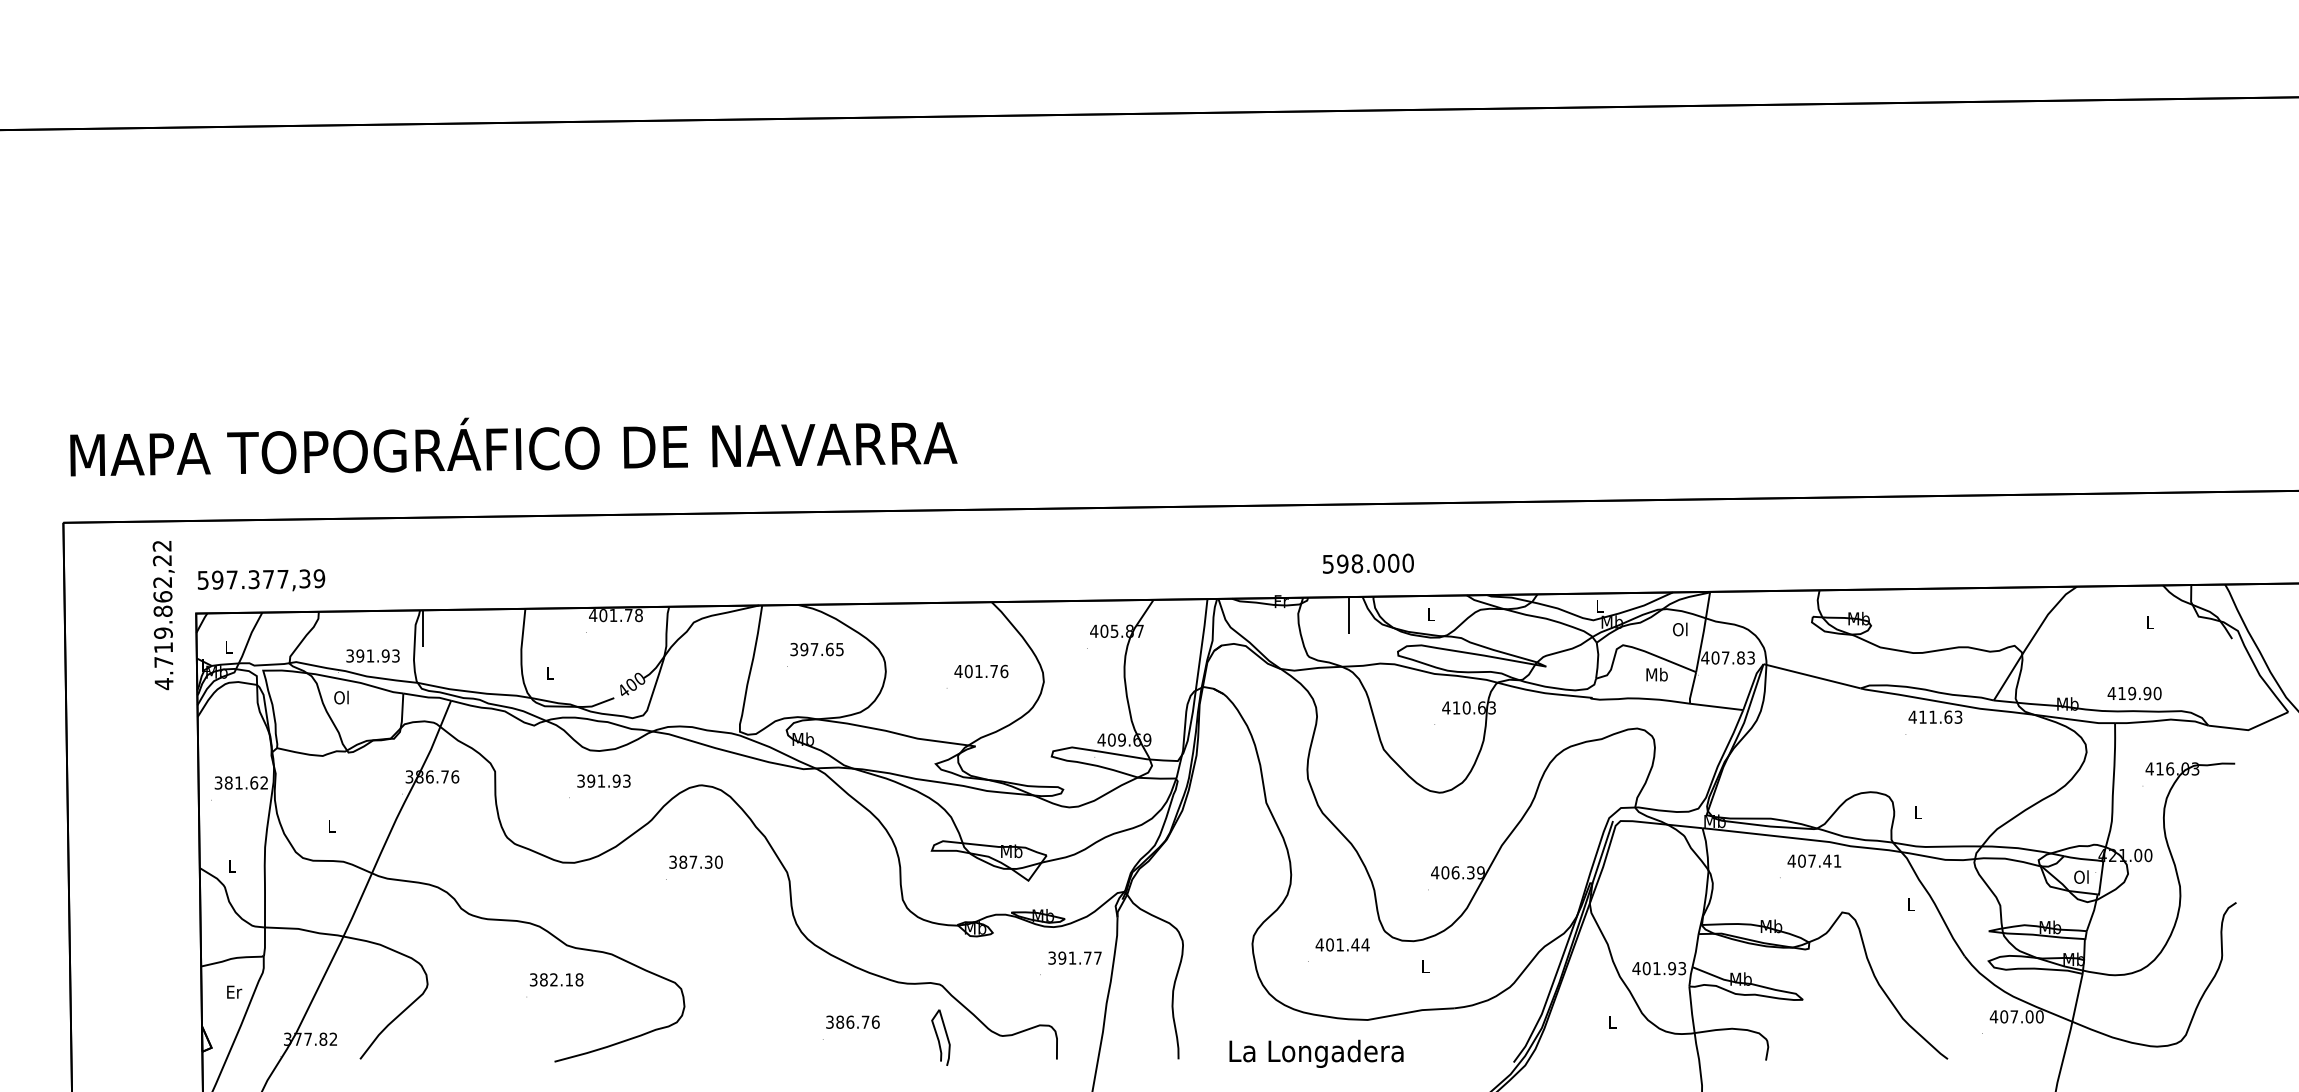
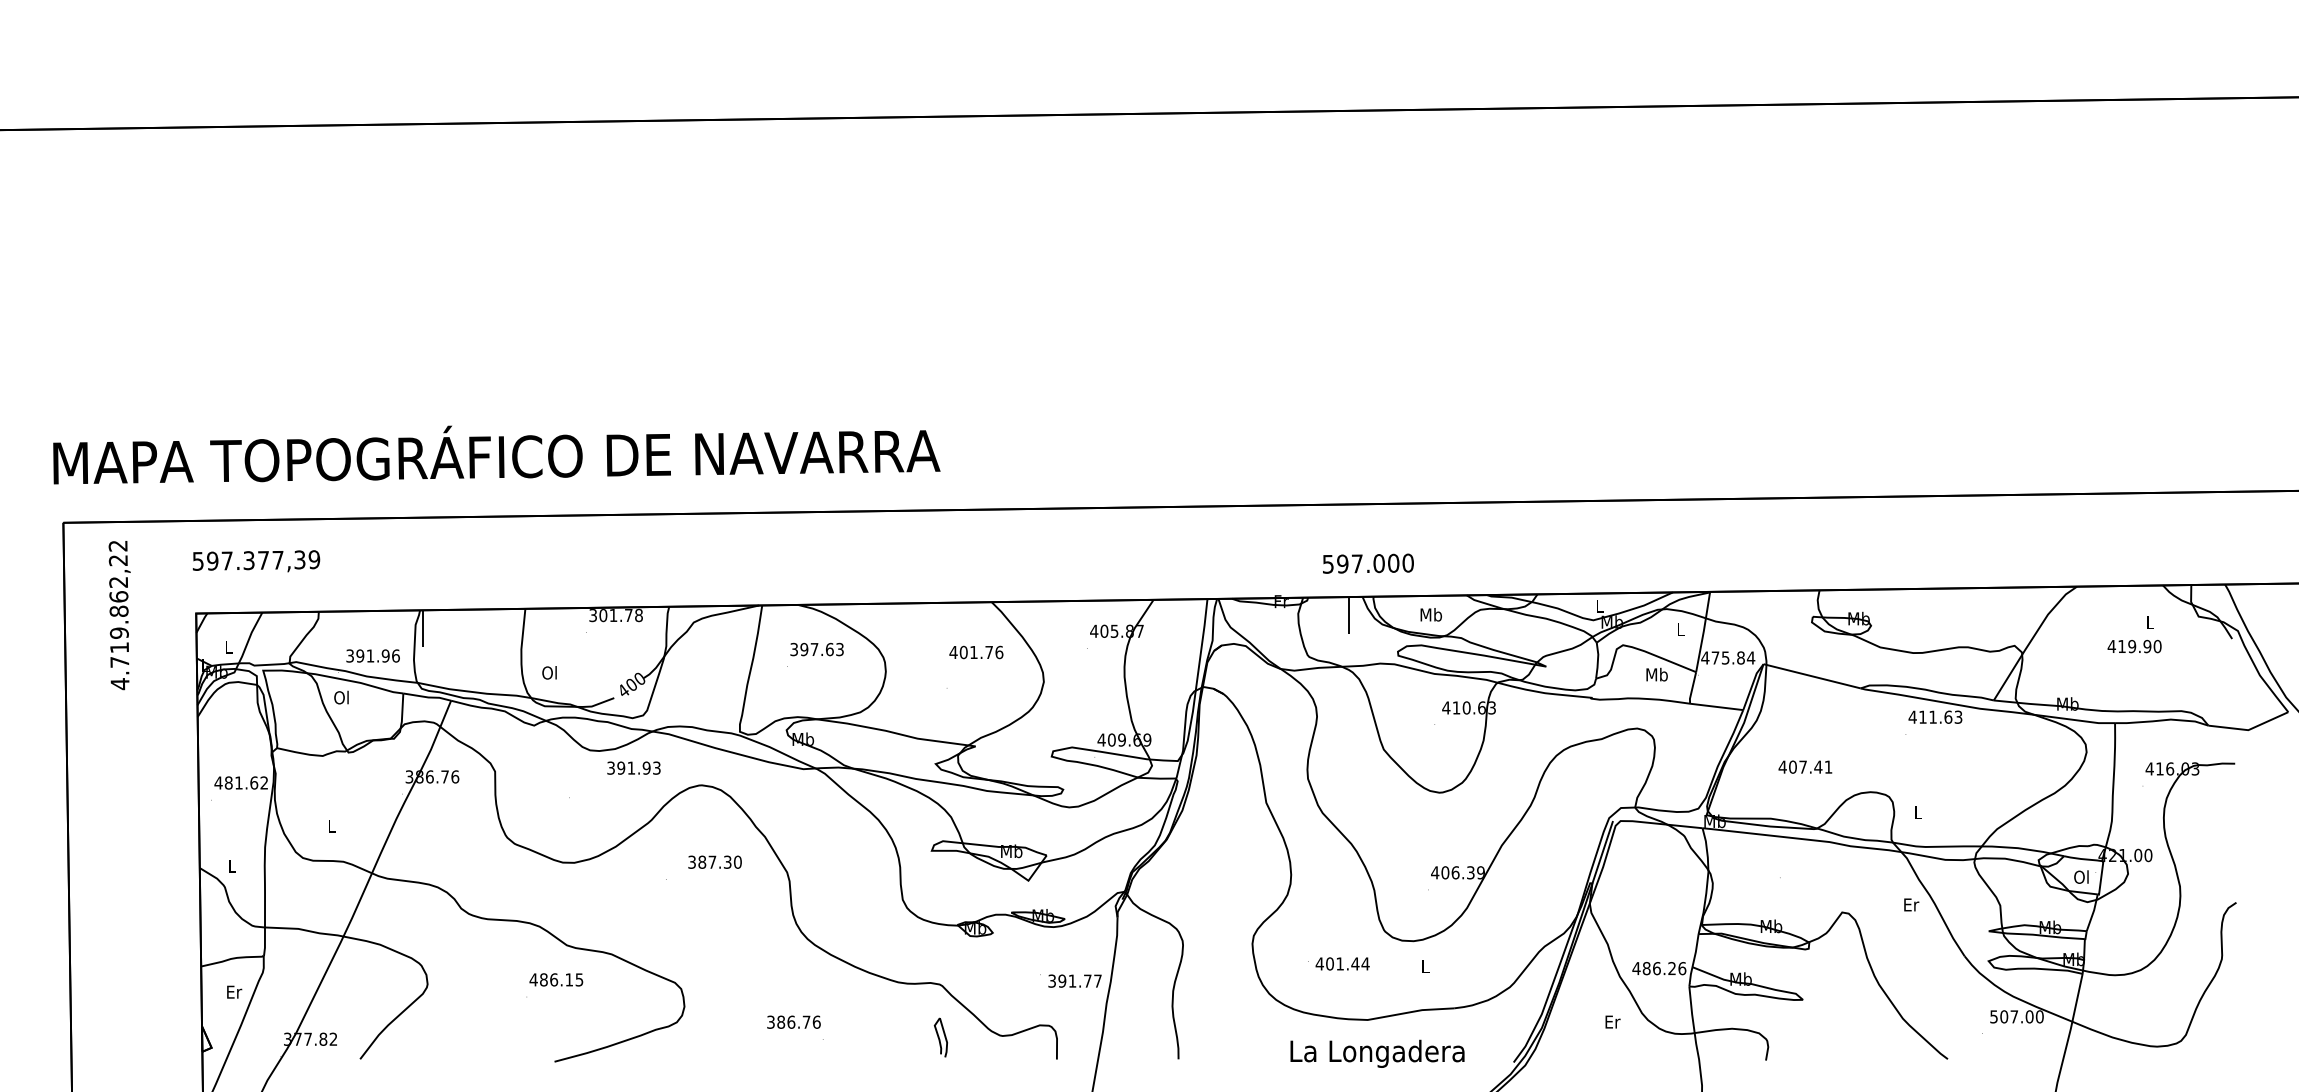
text at (513, 446) position: (513, 446) -> (496, 454)
text at (1357, 563): 598.000 -> 597.000
text at (261, 580) position: (261, 580) -> (256, 561)
text at (1431, 614): L -> Mb
text at (163, 615) position: (163, 615) -> (119, 615)
text at (593, 615): 401.78 -> 301.78
text at (1680, 629): Ol -> L
text at (839, 648): 397.65 -> 397.63
text at (395, 655): 391.93 -> 391.96
text at (1733, 657): 407.83 -> 475.84
text at (981, 671) position: (981, 671) -> (976, 652)
text at (549, 672): L -> Ol
text at (2134, 693) position: (2134, 693) -> (2134, 646)
text at (603, 780) position: (603, 780) -> (633, 767)
text at (218, 782): 381.62 -> 481.62
text at (1814, 860) position: (1814, 860) -> (1805, 766)
text at (695, 861) position: (695, 861) -> (714, 861)
text at (1911, 904): L -> Er
text at (1342, 944) position: (1342, 944) -> (1342, 963)
text at (1074, 957) position: (1074, 957) -> (1074, 980)
text at (1664, 968): 401.93 -> 486.26
text at (556, 979): 382.18 -> 486.15
text at (1993, 1016): 407.00 -> 507.00
text at (852, 1021) position: (852, 1021) -> (793, 1021)
text at (1612, 1021): L -> Er
part at (940, 1037) size: 20x57 px -> 15x41 px
text at (1316, 1053) position: (1316, 1053) -> (1377, 1053)
